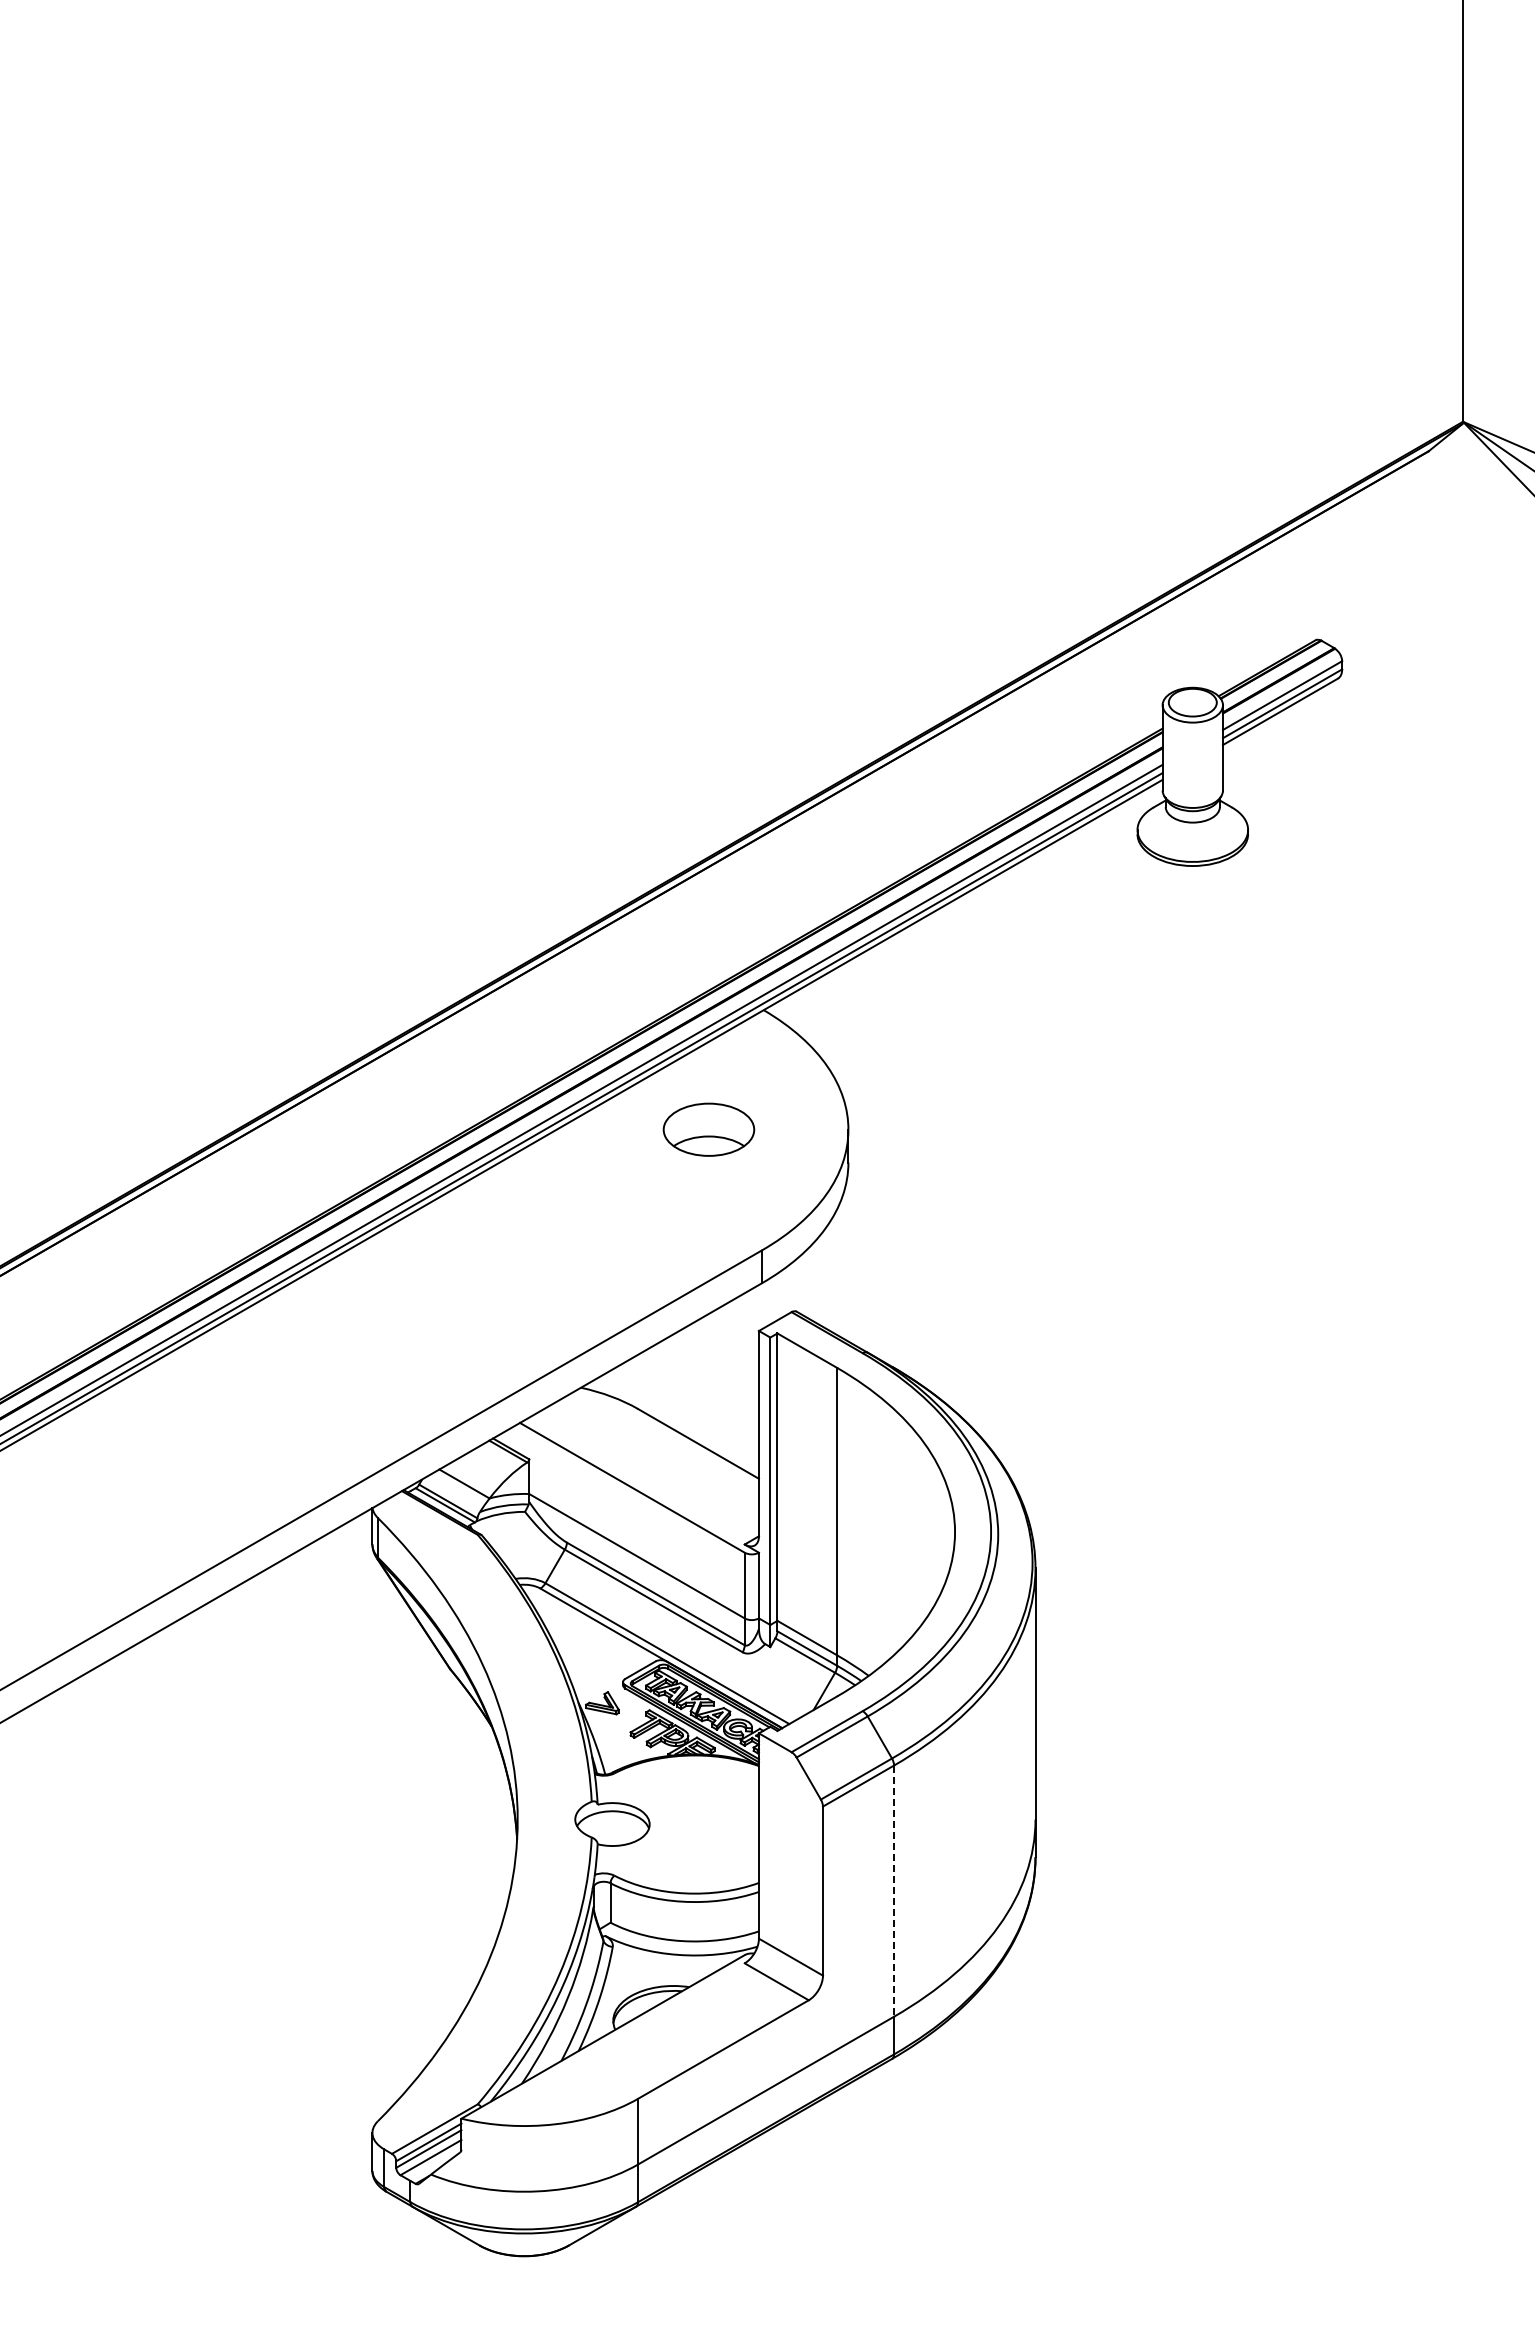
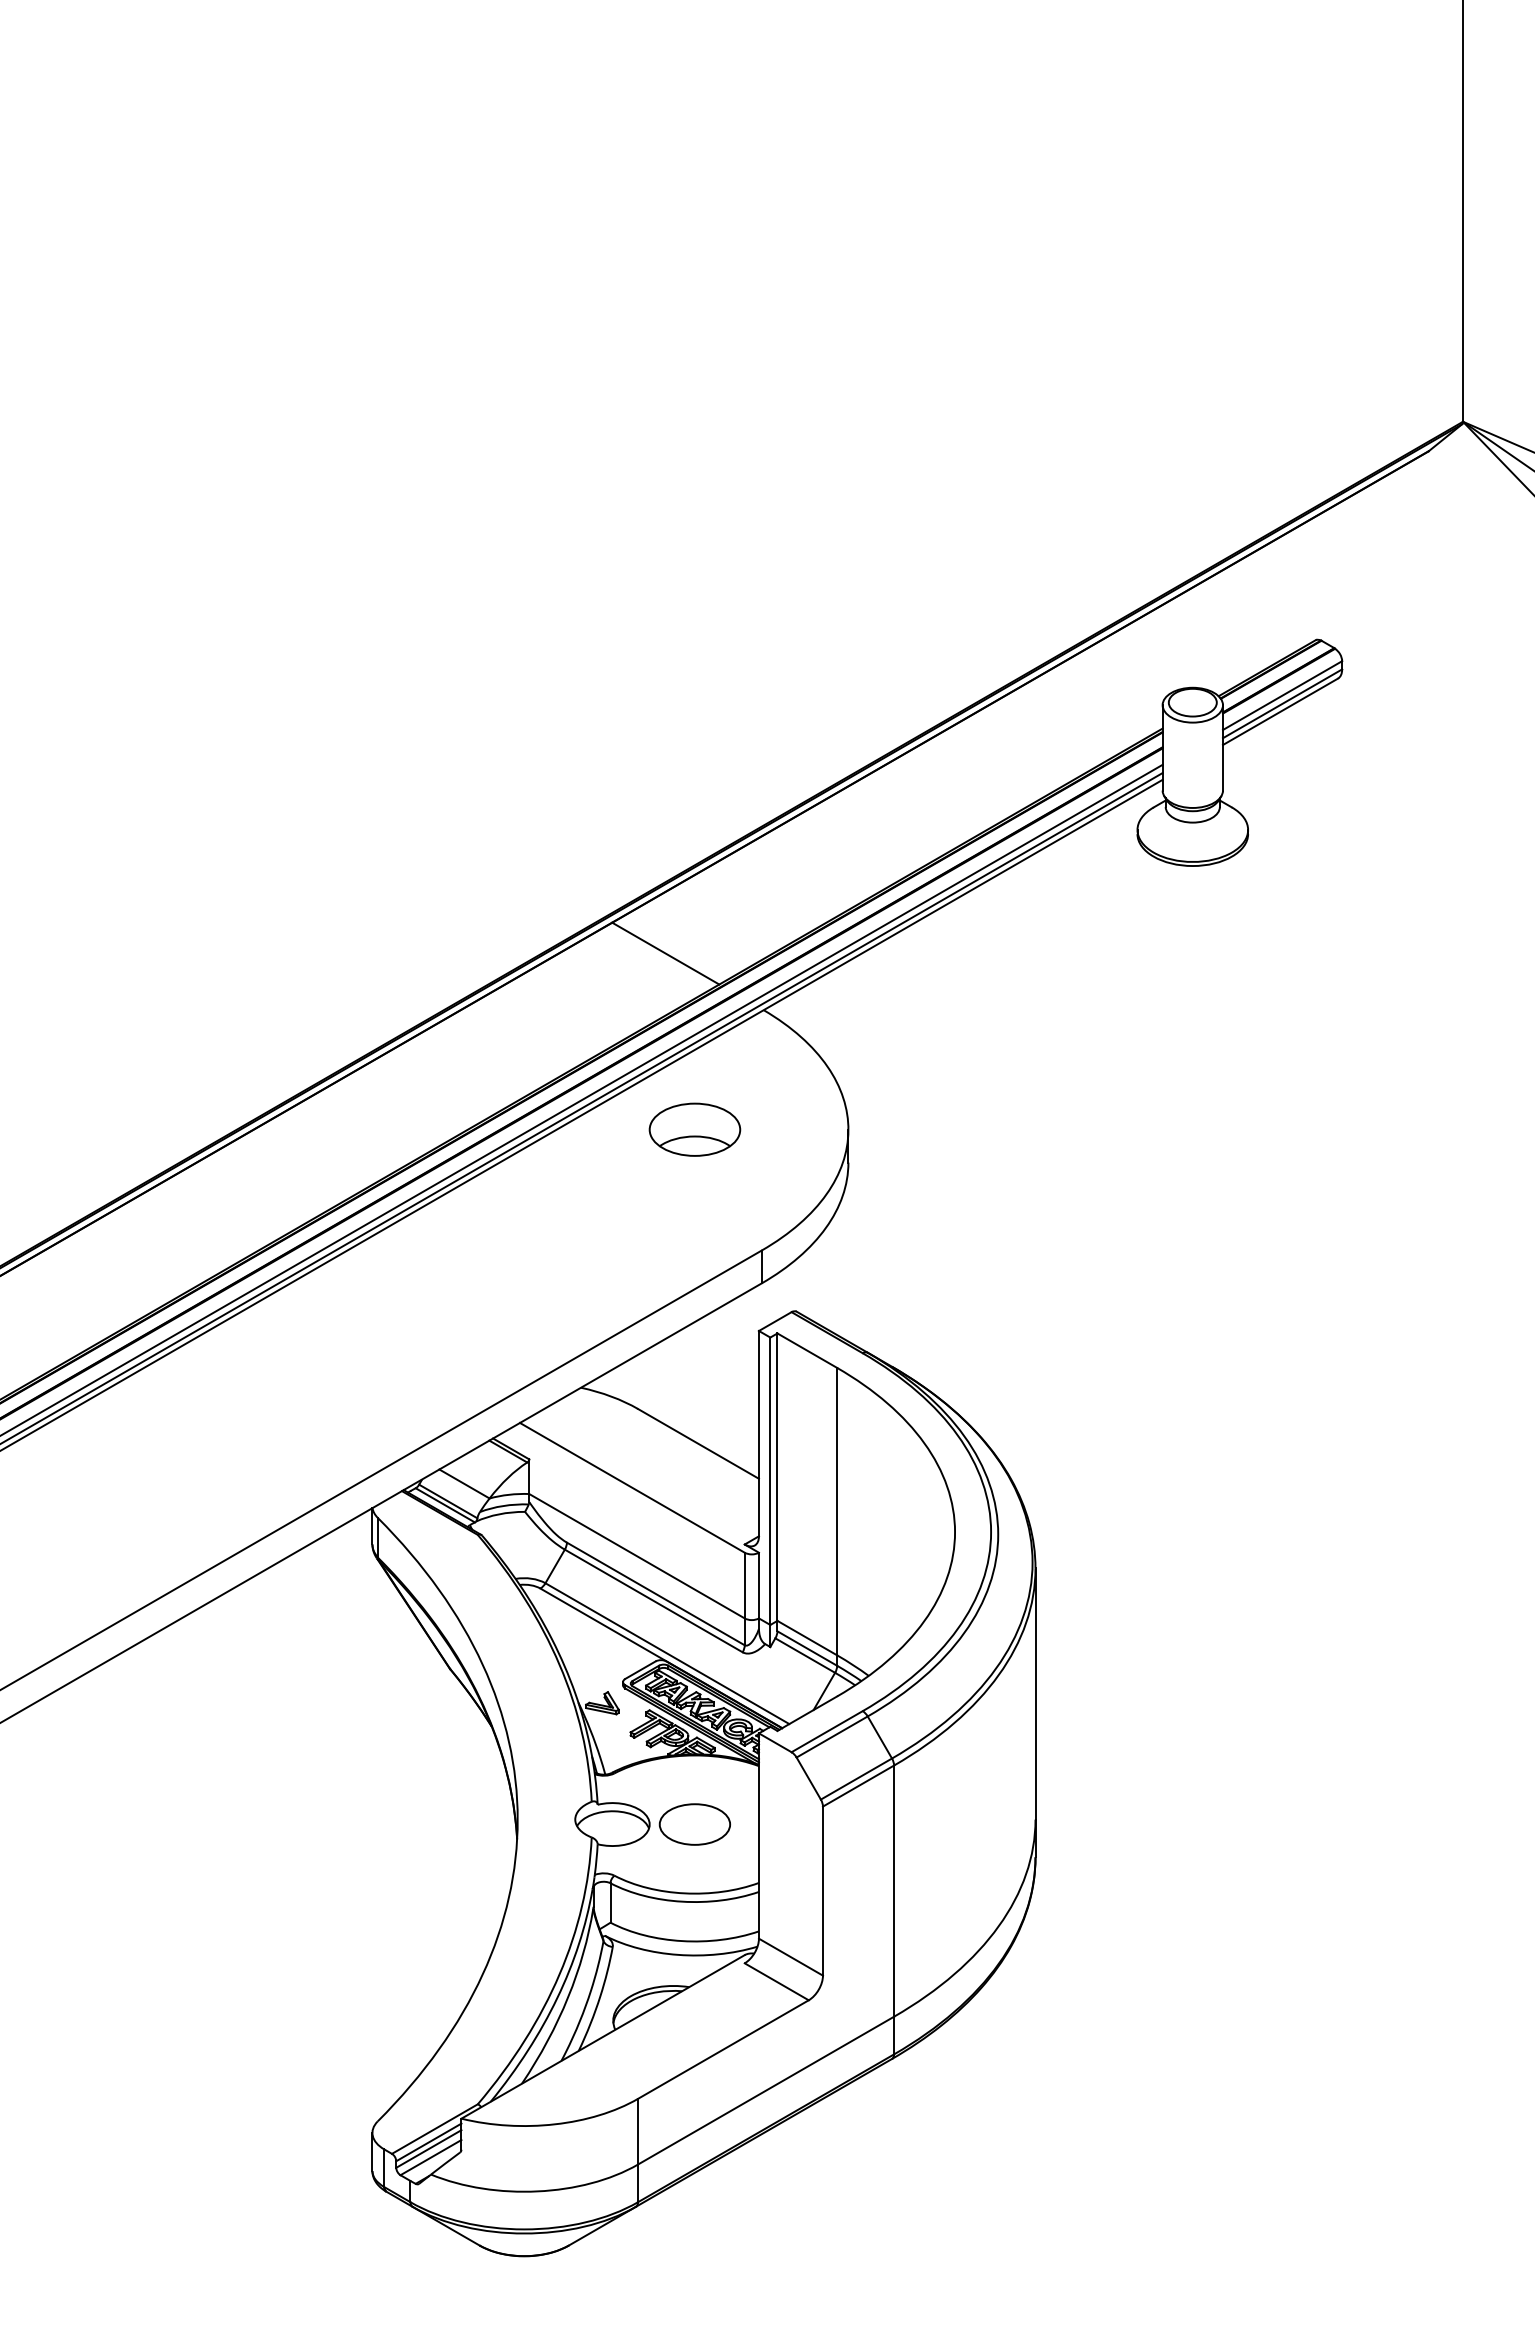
line at (665, 953): none -> present
part at (708, 1129) position: (708, 1129) -> (694, 1129)
part at (694, 1824): none -> present
line at (894, 1891): dashed -> solid
